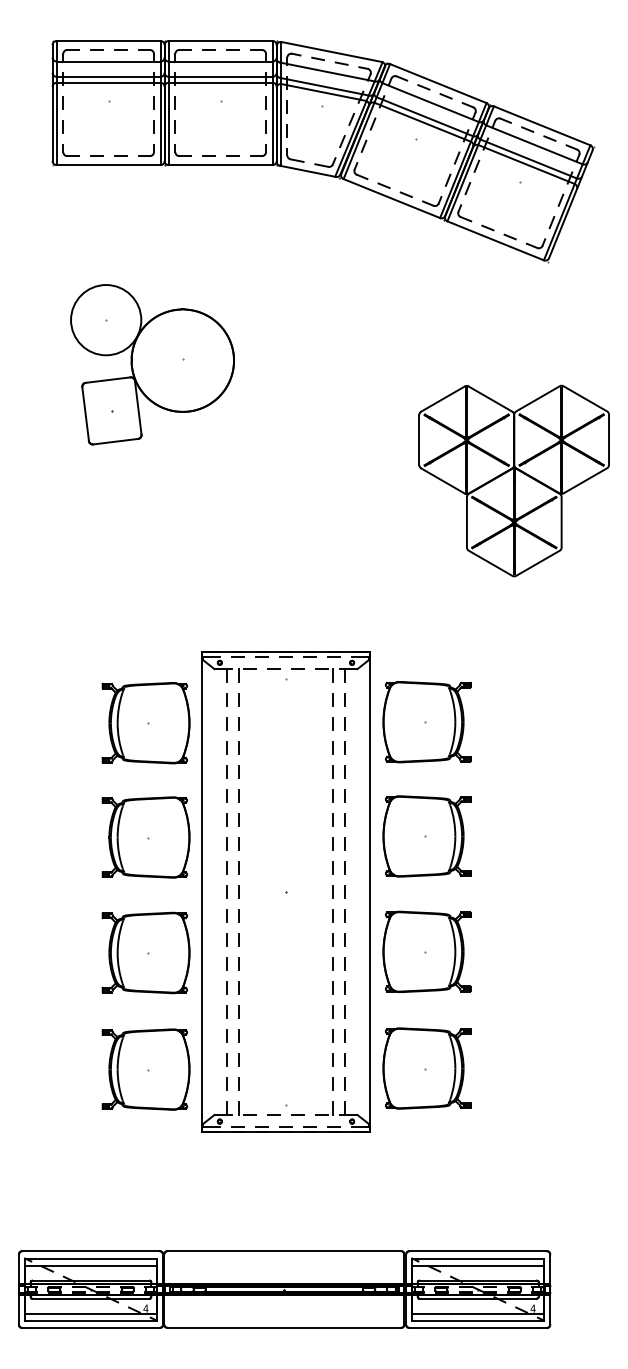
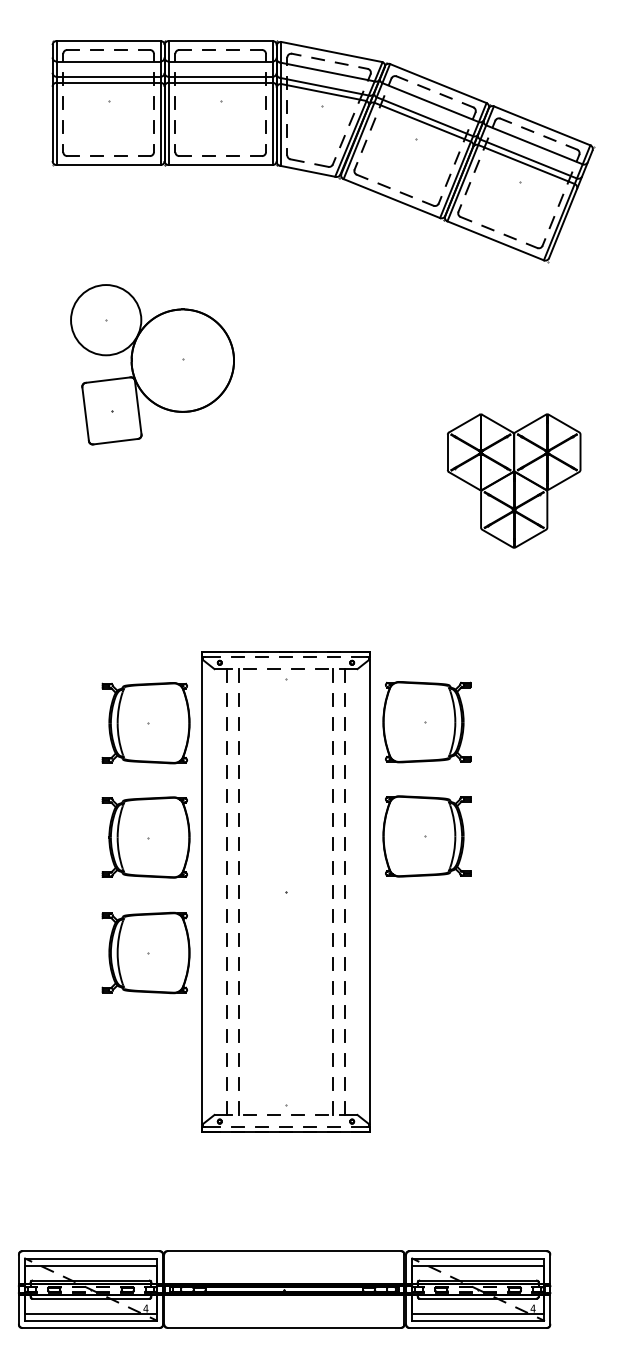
part at (513, 480) size: 192x194 px -> 135x136 px
part at (426, 951): present -> none
part at (426, 1068): present -> none
part at (145, 1069): present -> none
